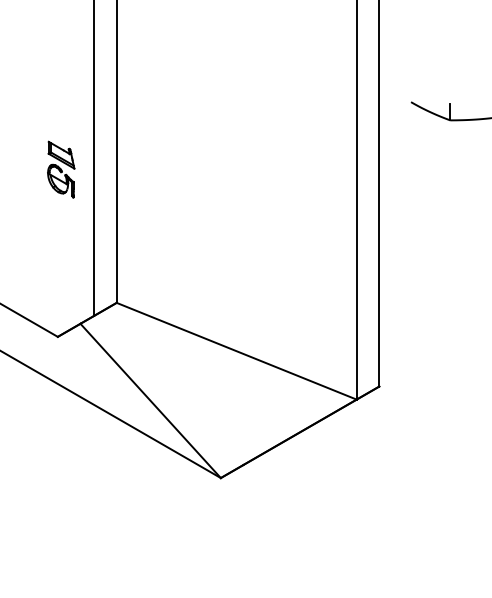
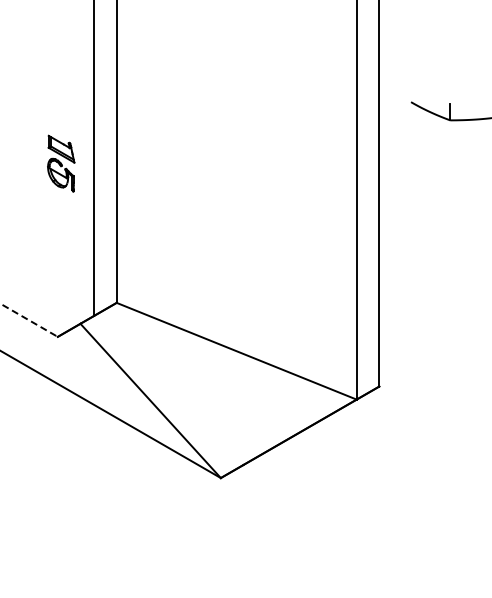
part at (61, 169) position: (61, 169) -> (61, 163)
line at (29, 320): solid -> dashed
